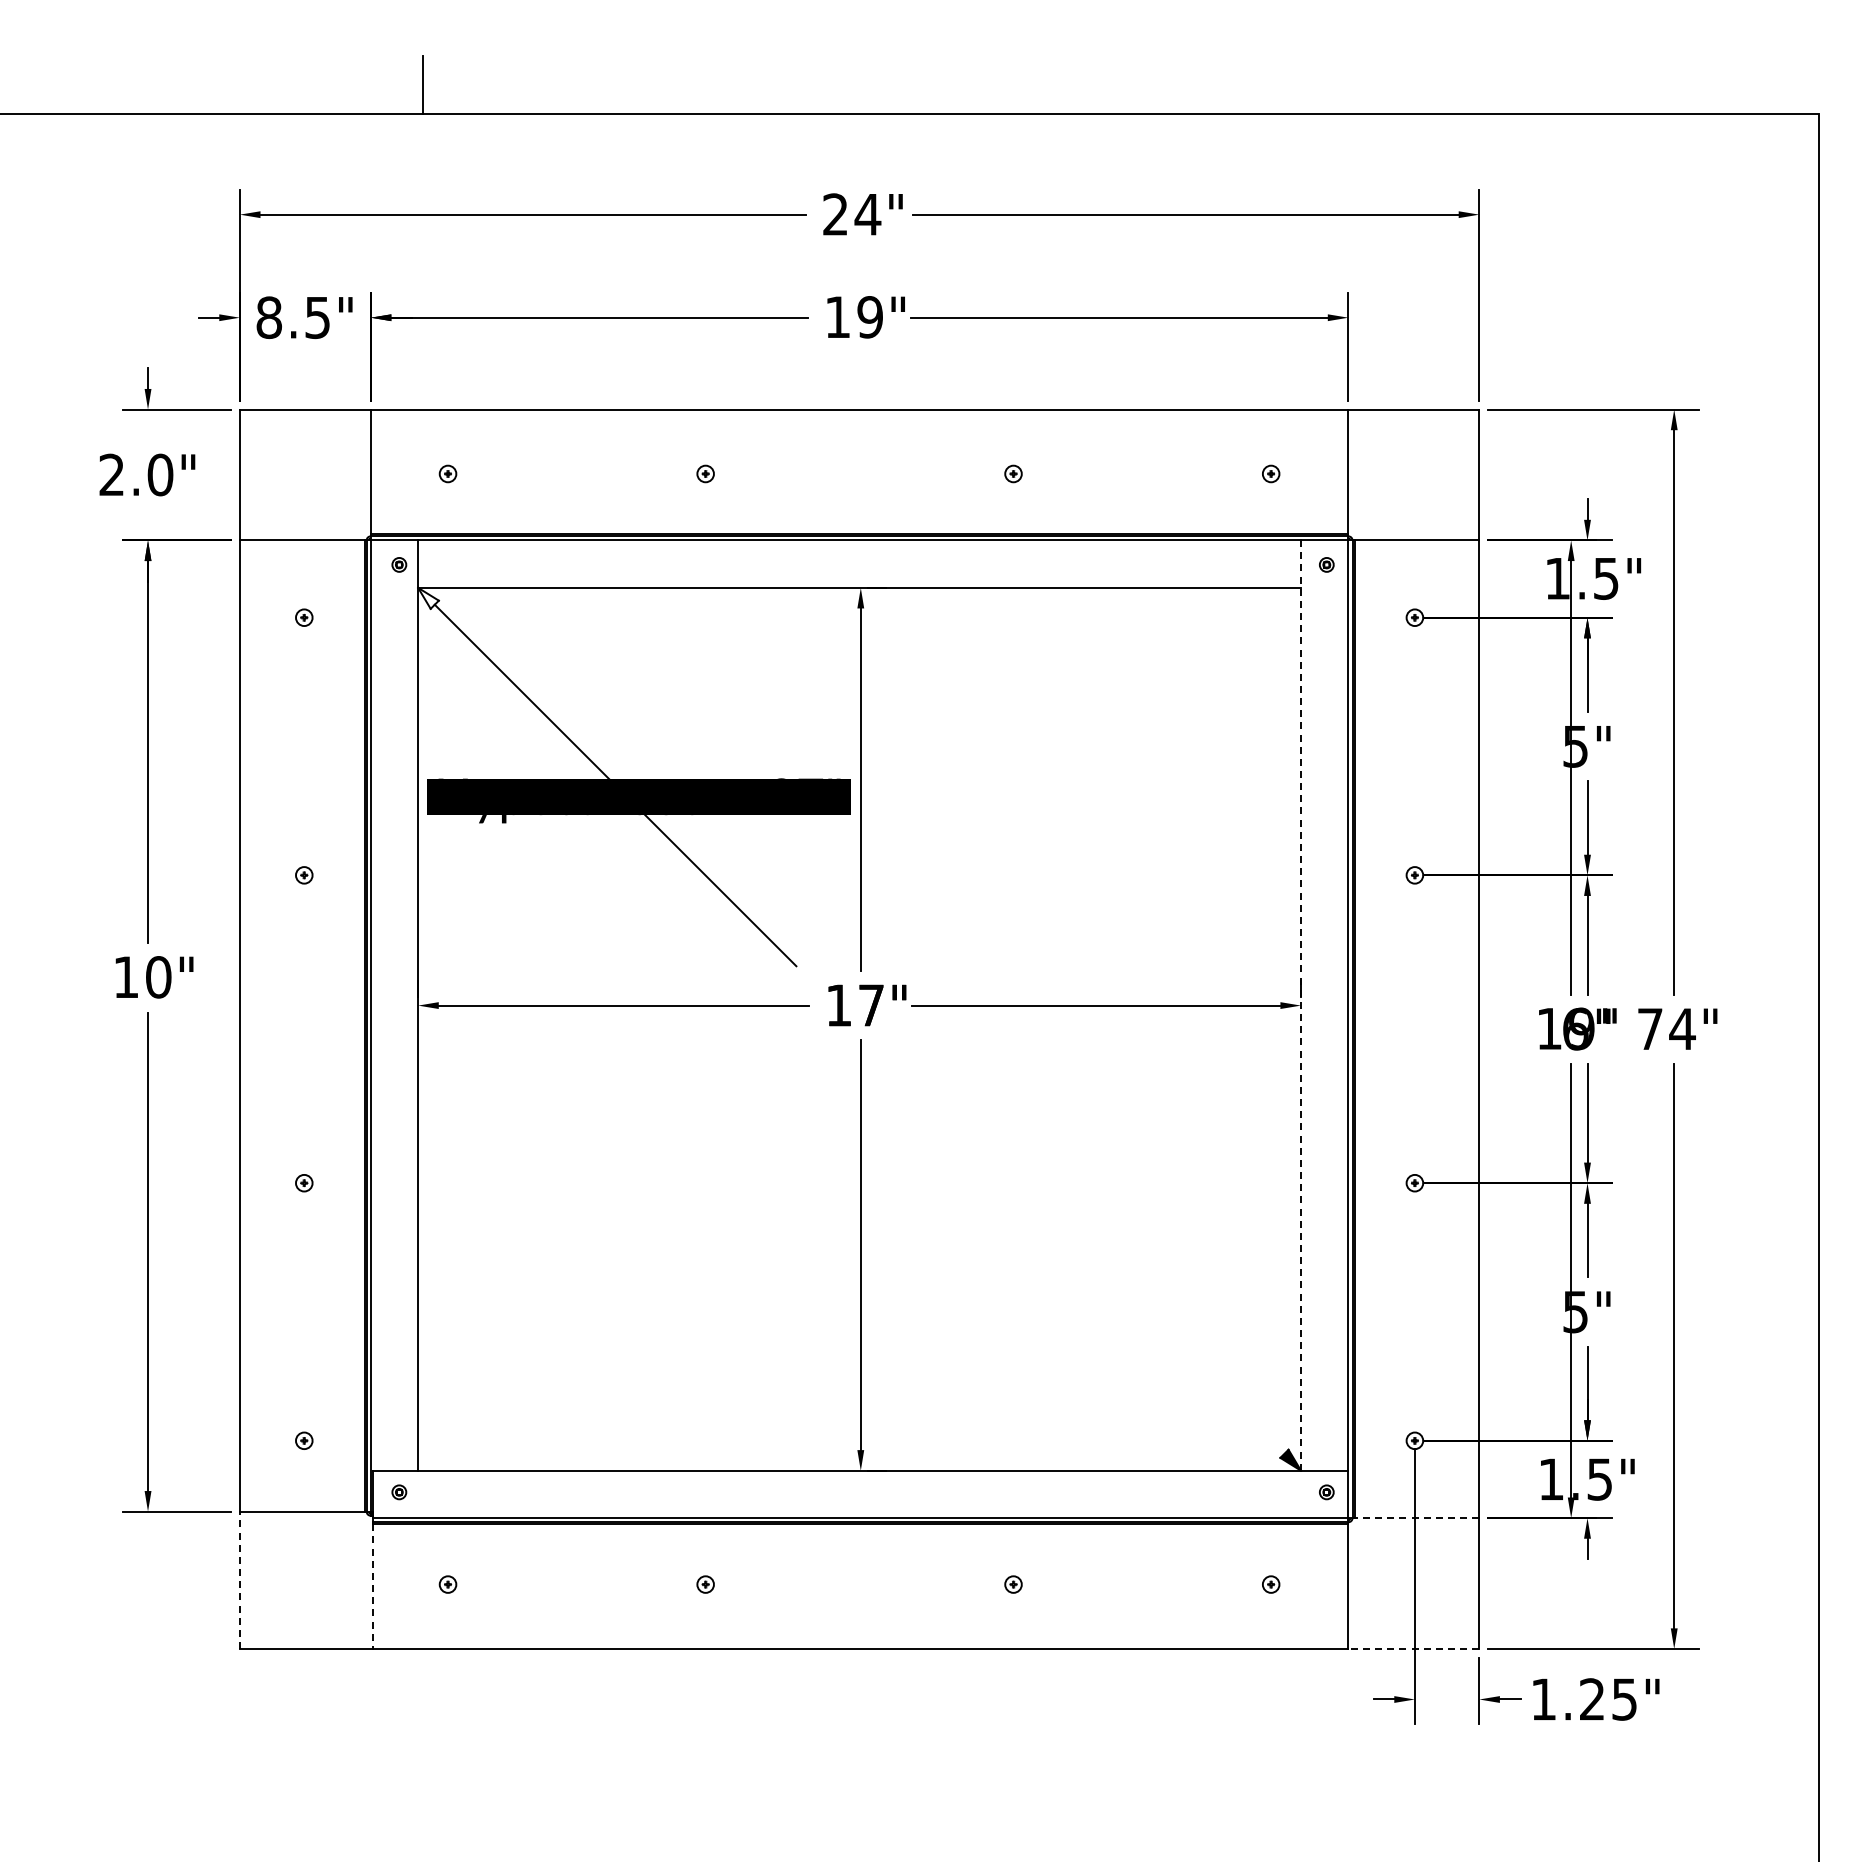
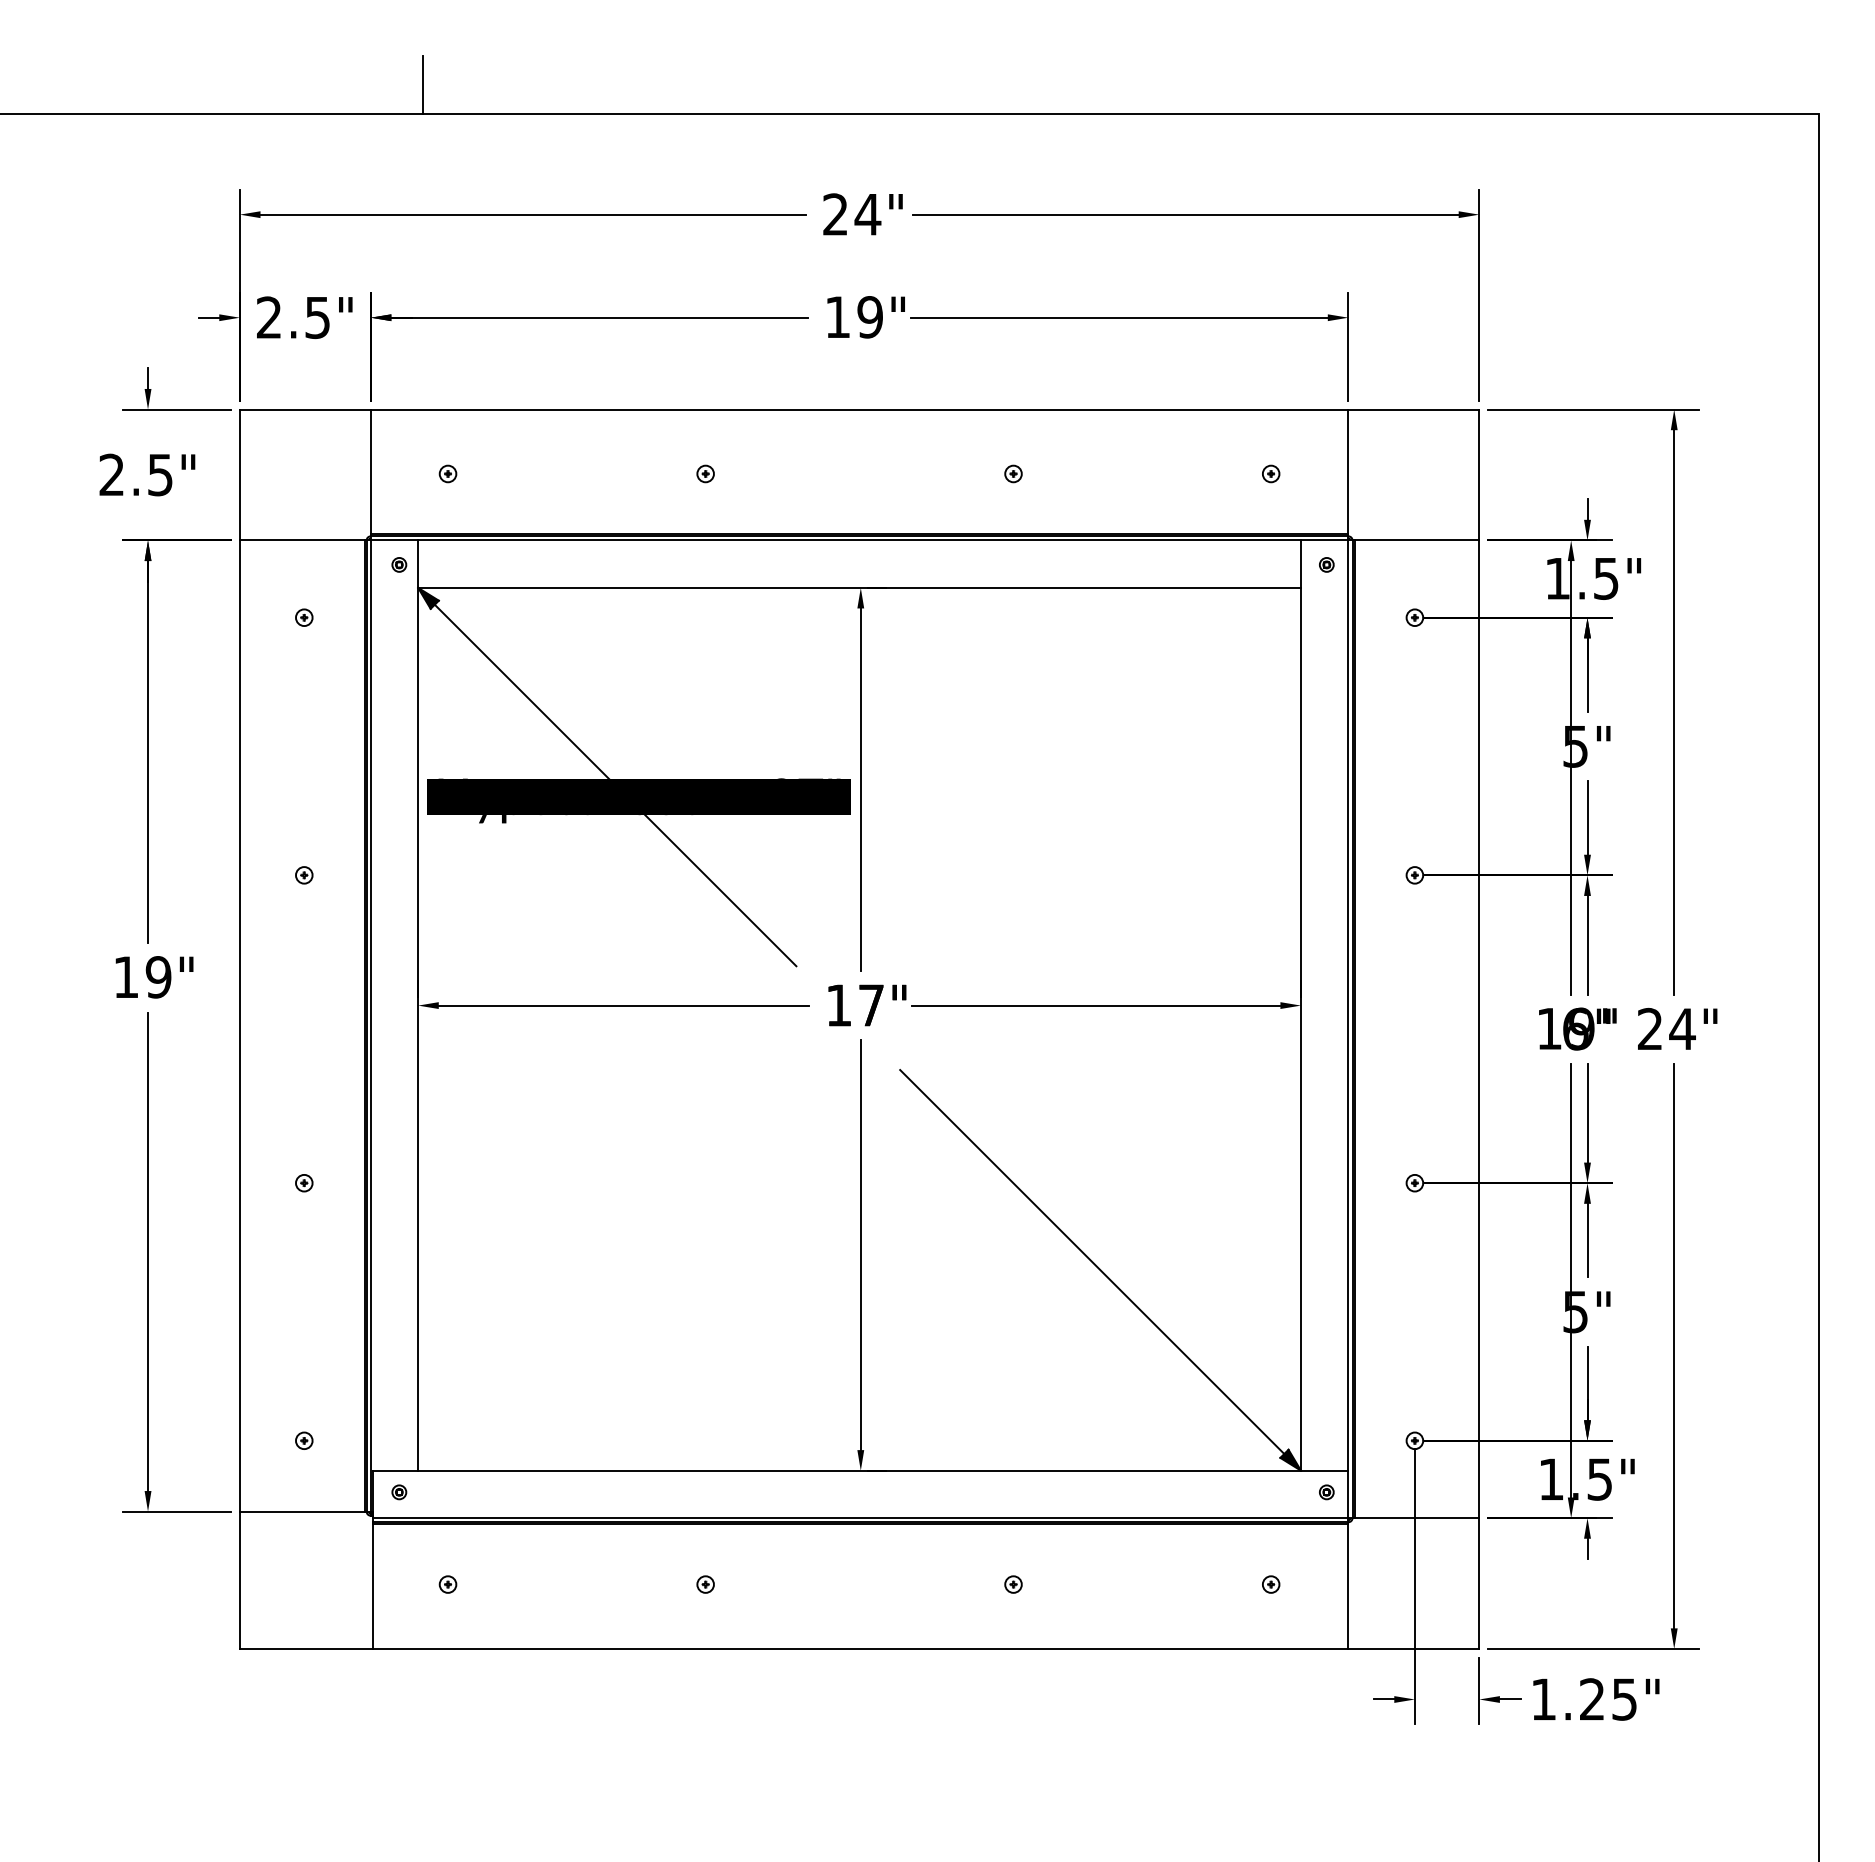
text at (268, 317): 8.5" -> 2.5"
text at (160, 474): 2.0" -> 2.5"
fill at (428, 597): none -> present
text at (158, 977): 10" -> 19"
line at (1301, 1005): dashed -> solid
text at (1650, 1028): 74" -> 24"
line at (1092, 1261): none -> present
line at (1416, 1518): dashed -> solid
line at (239, 1580): dashed -> solid
line at (373, 1587): dashed -> solid
line at (1413, 1649): dashed -> solid
